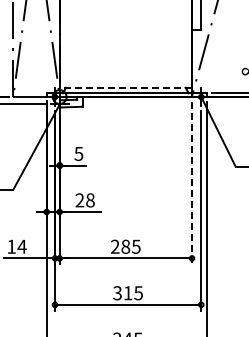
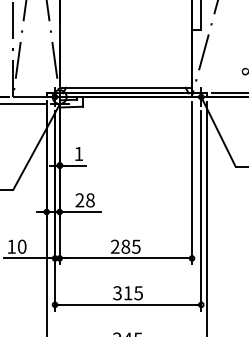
line at (125, 87): dashed -> solid
text at (78, 154): 5 -> 1
line at (192, 183): dashed -> solid
text at (21, 246): 14 -> 10
